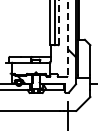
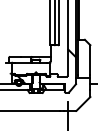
line at (59, 22): dashed -> solid
line at (67, 38): dashed -> solid
